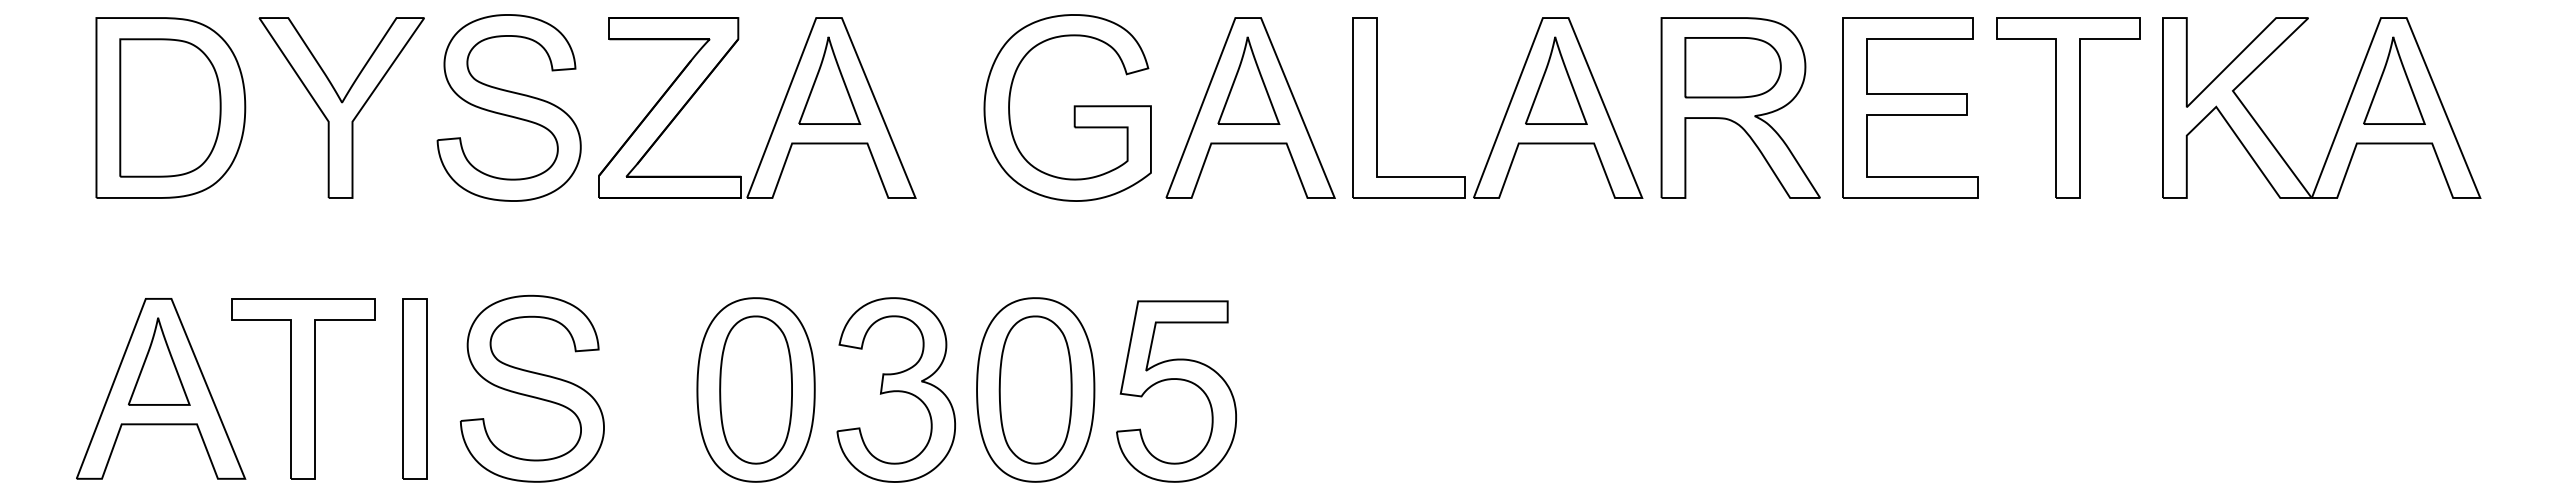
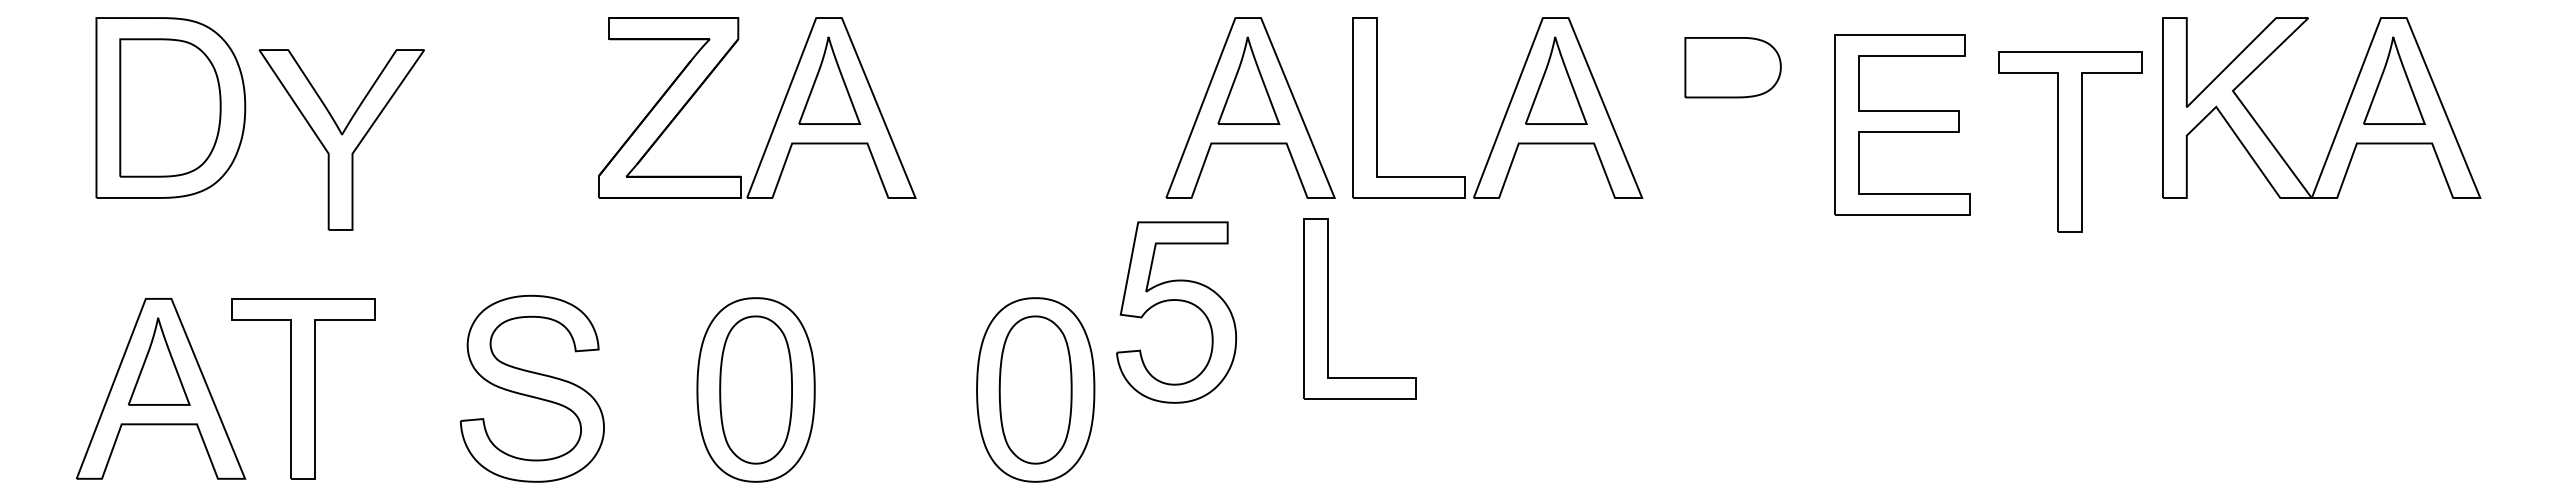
part at (341, 107) position: (341, 107) -> (341, 139)
part at (508, 107): present -> none
part at (1067, 107): present -> none
part at (1740, 107): present -> none
part at (1910, 107) position: (1910, 107) -> (1902, 124)
part at (2068, 107) position: (2068, 107) -> (2070, 141)
part at (1328, 308): none -> present
part at (1178, 380) position: (1178, 380) -> (1178, 301)
part at (414, 388): present -> none
part at (895, 389): present -> none
